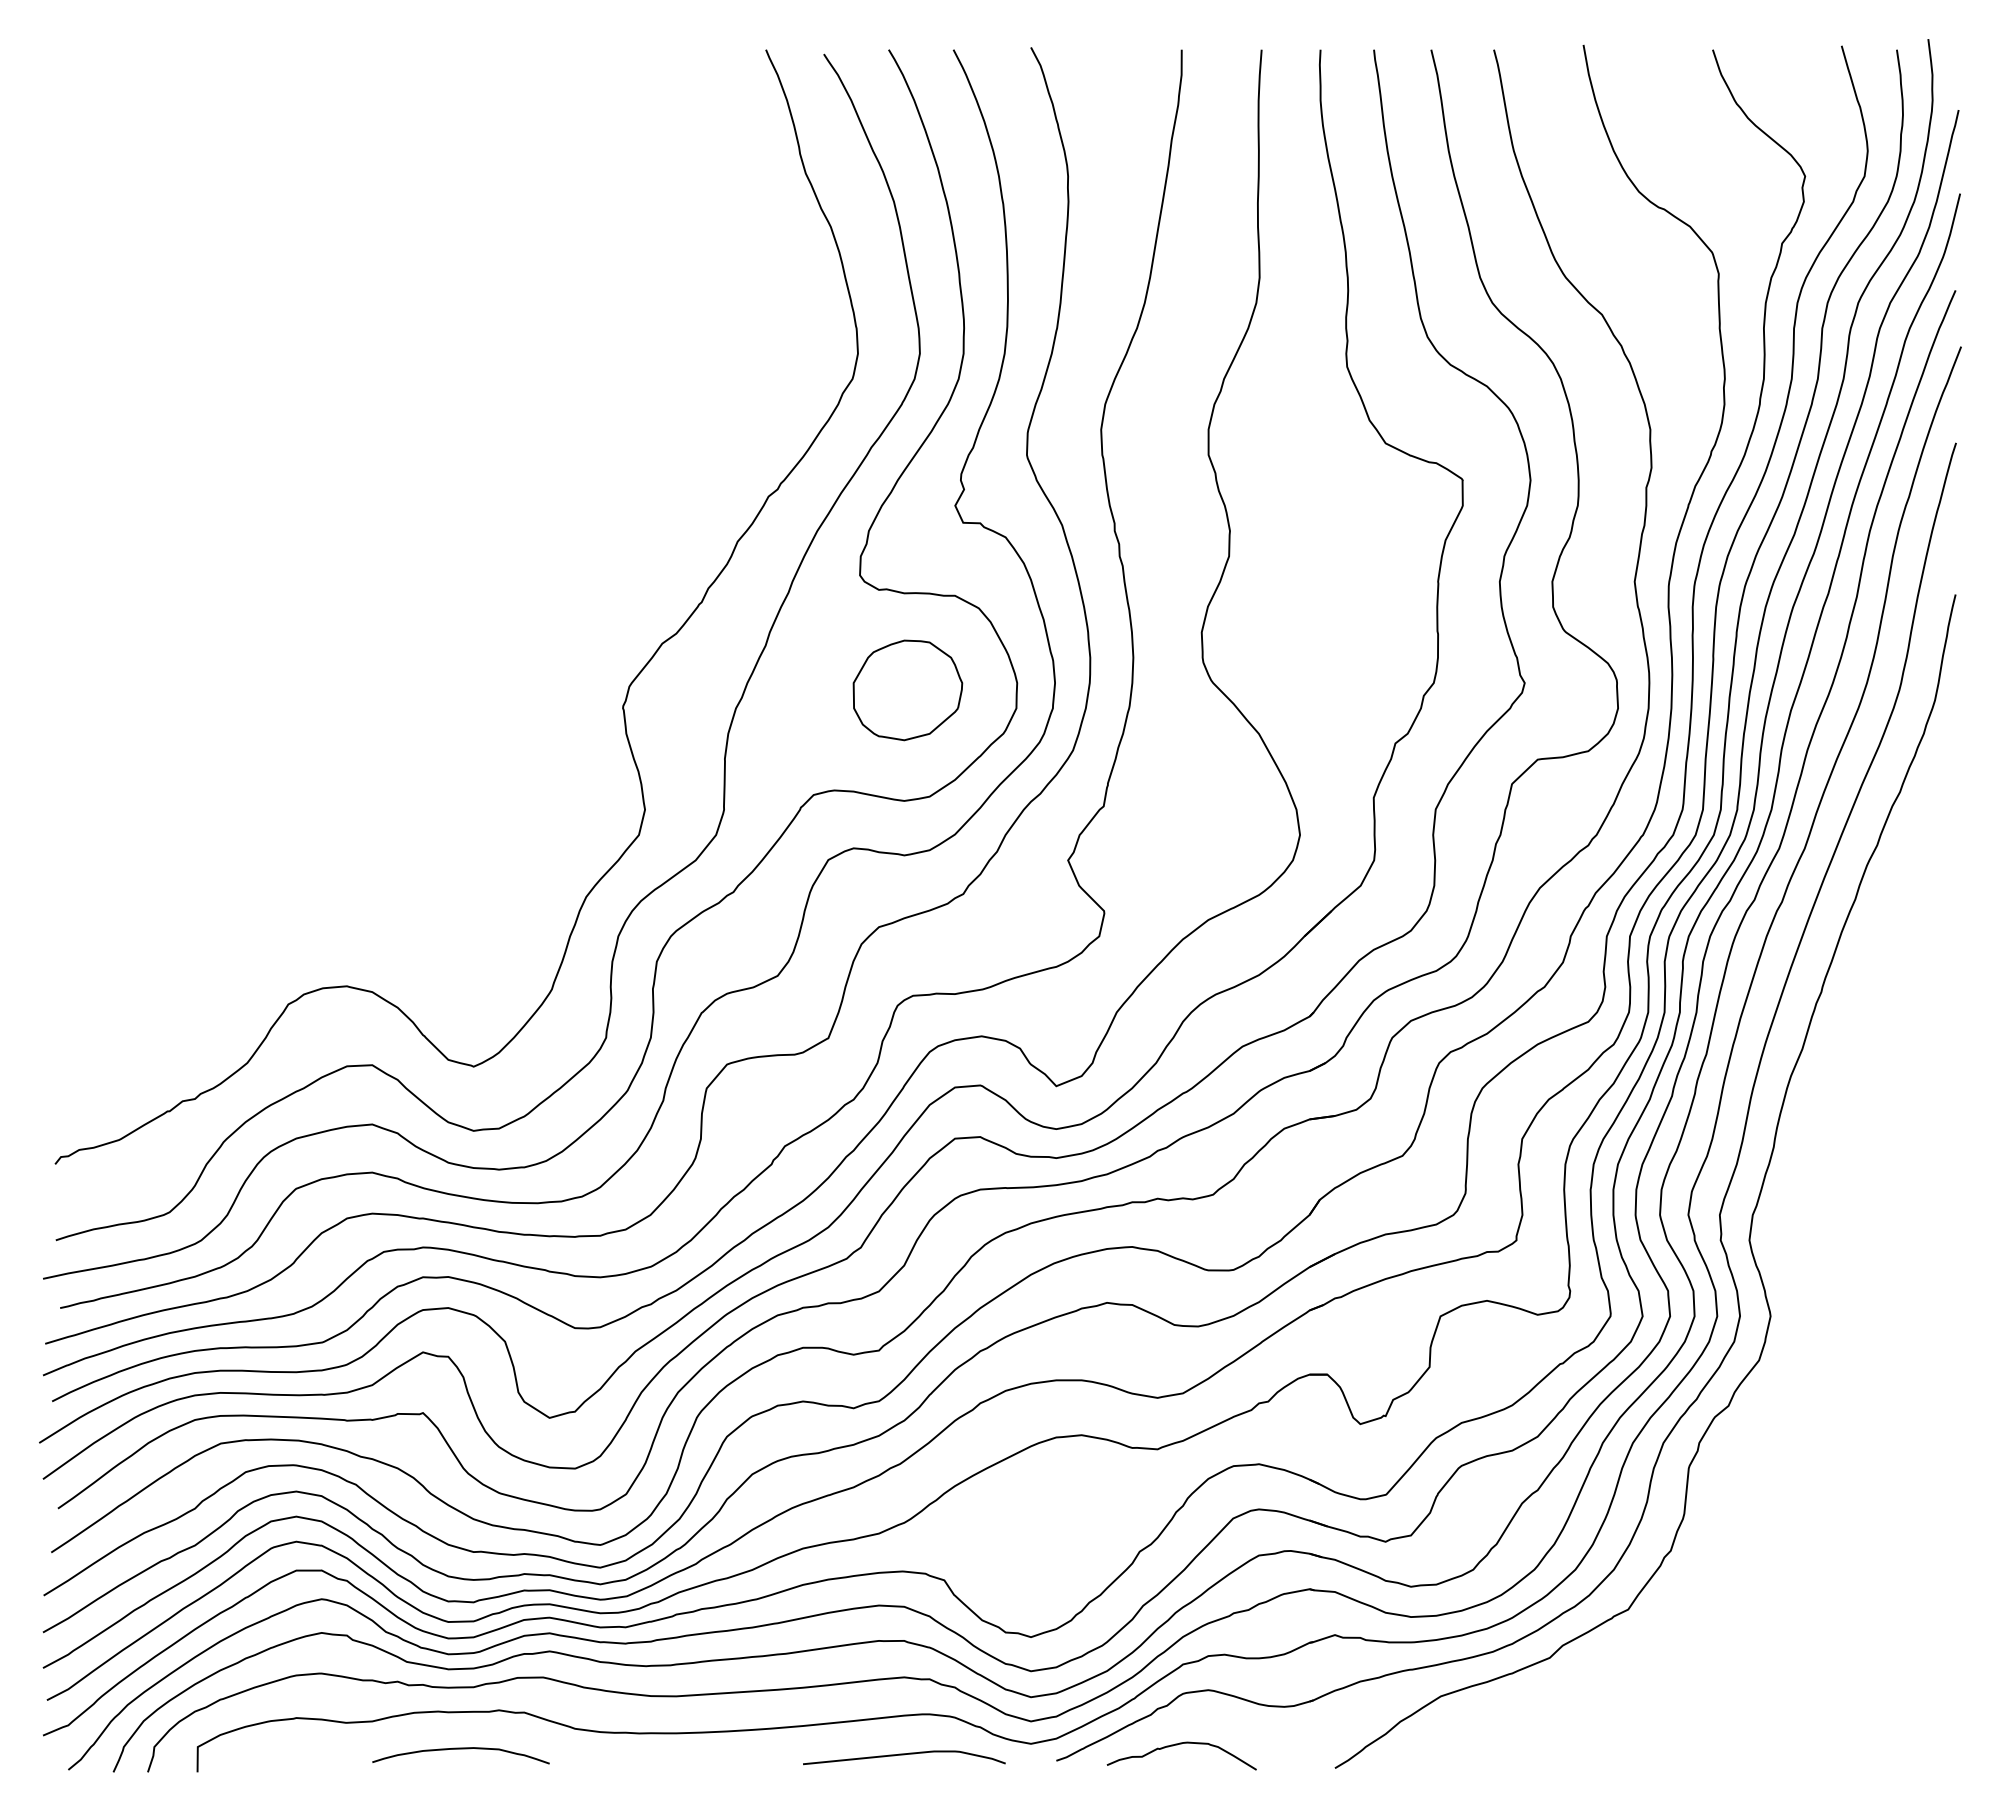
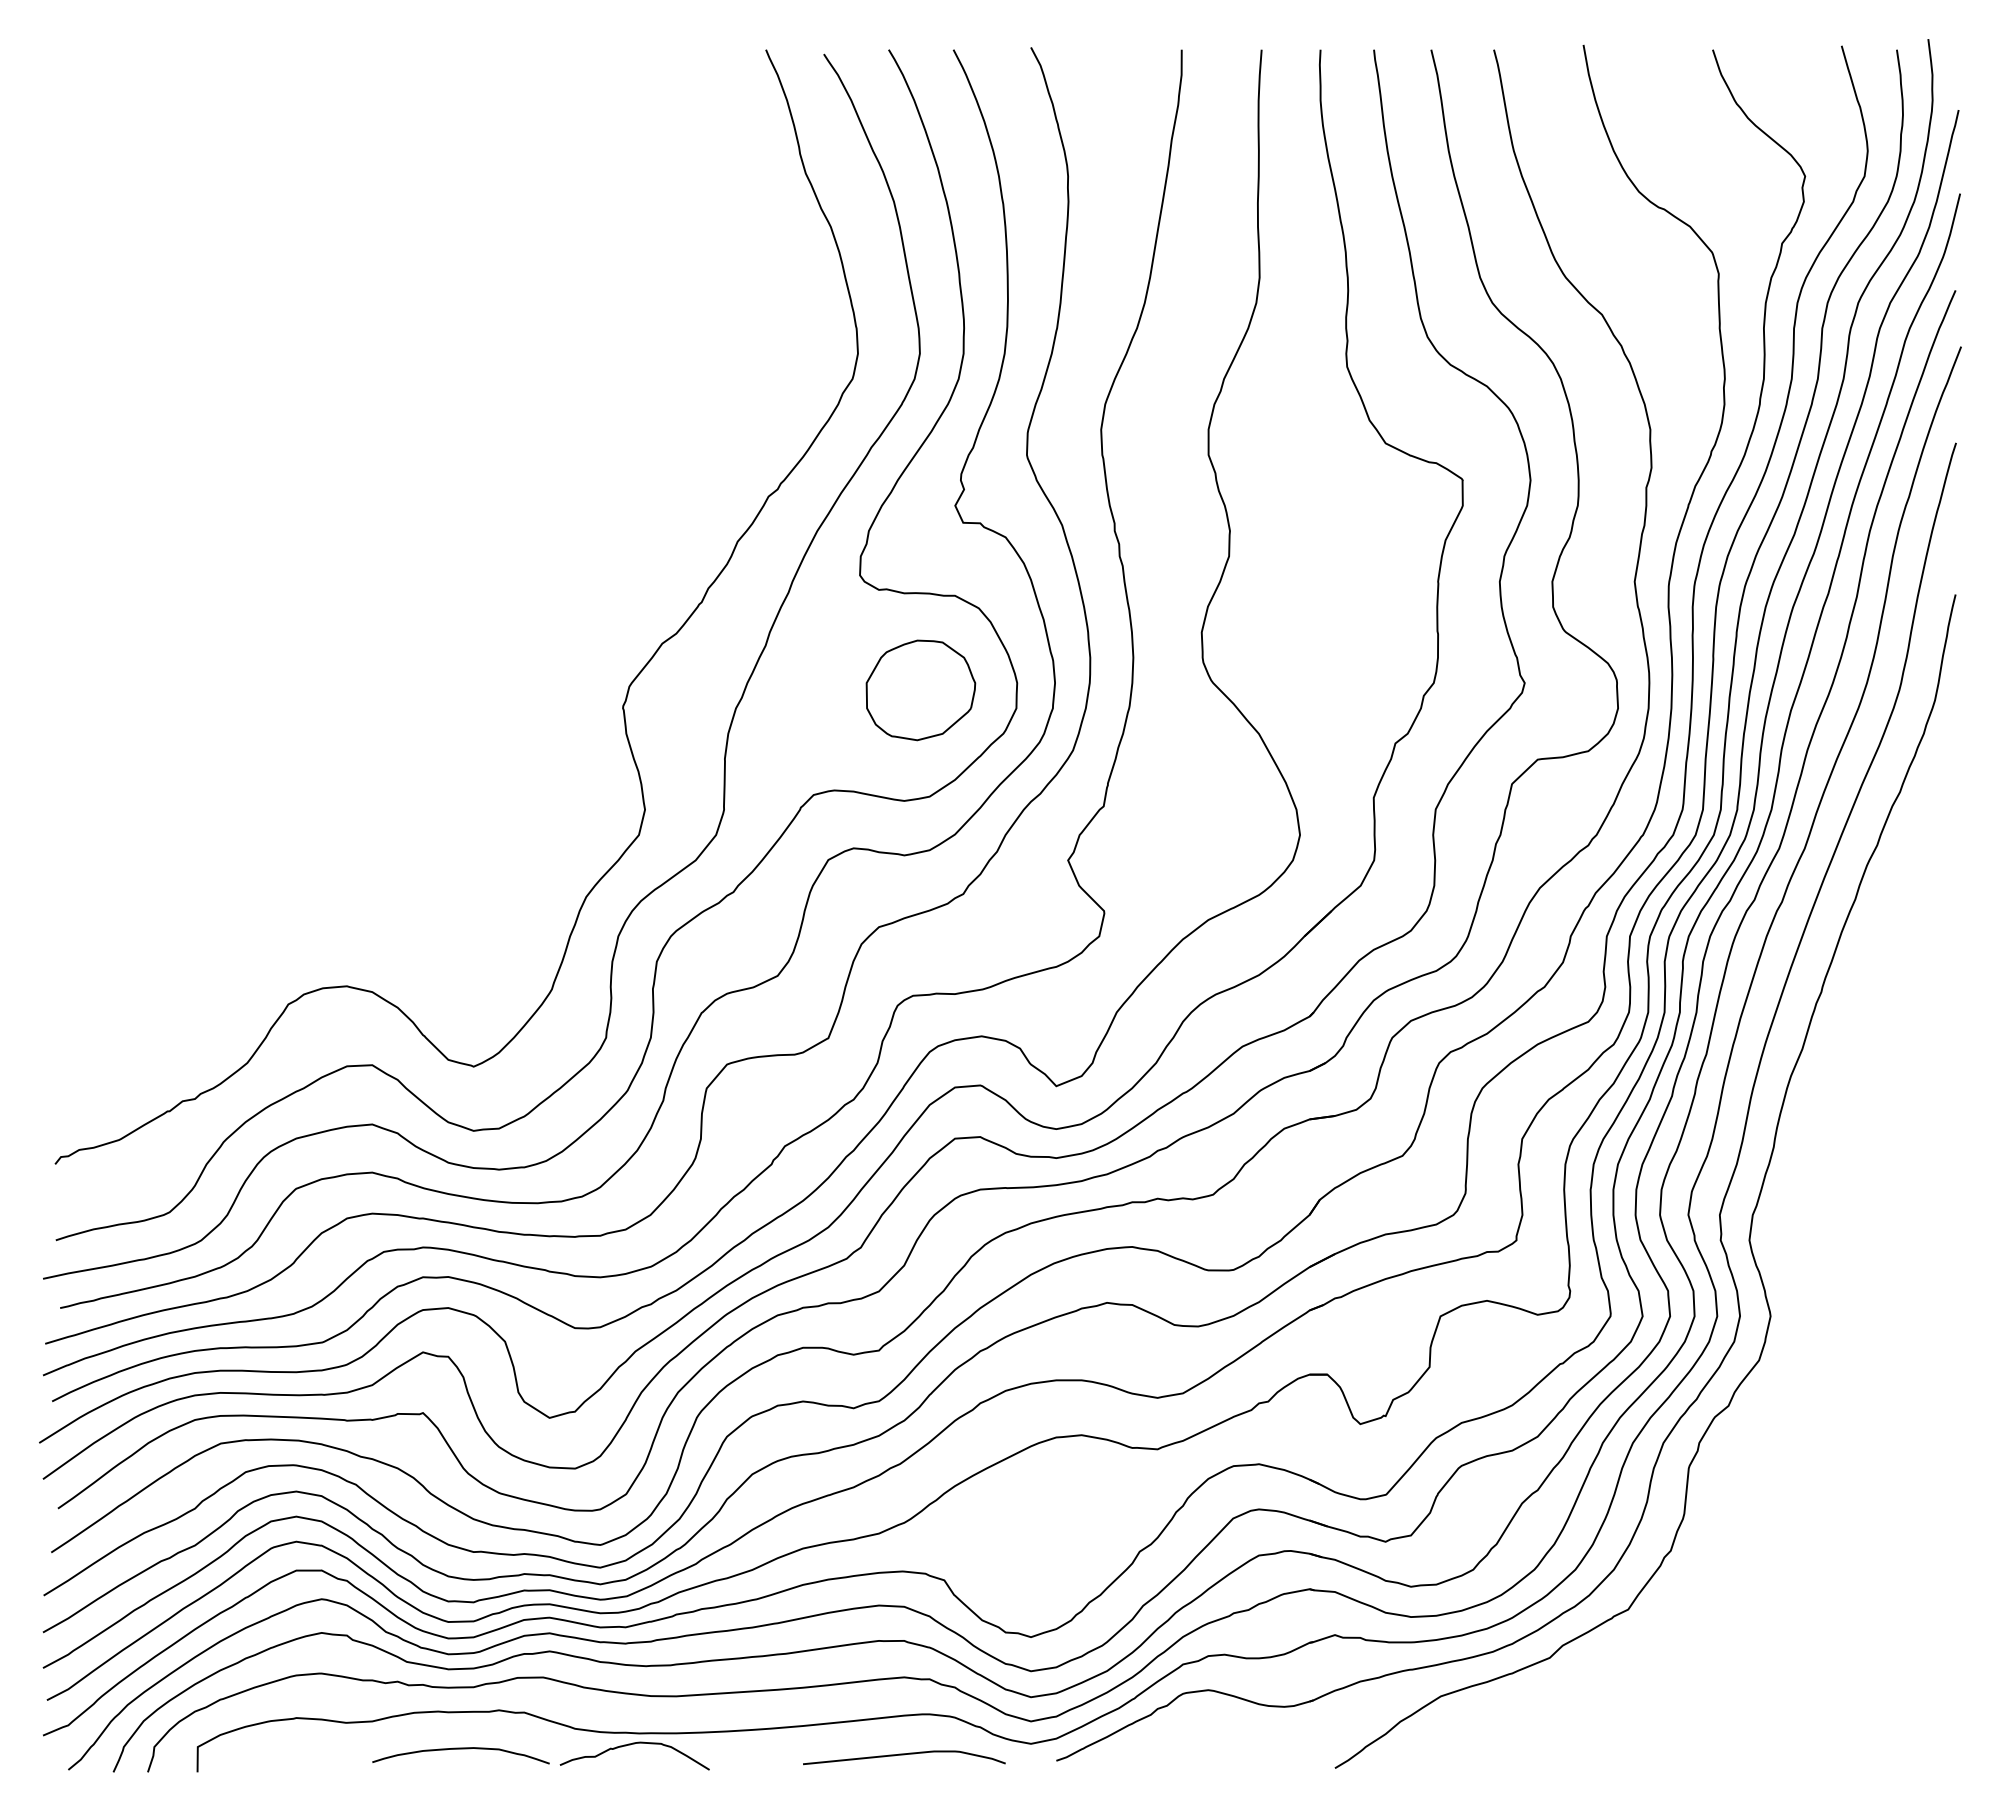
part at (907, 690) position: (907, 690) -> (920, 690)
curve at (1177, 1745) position: (1177, 1745) -> (630, 1745)
